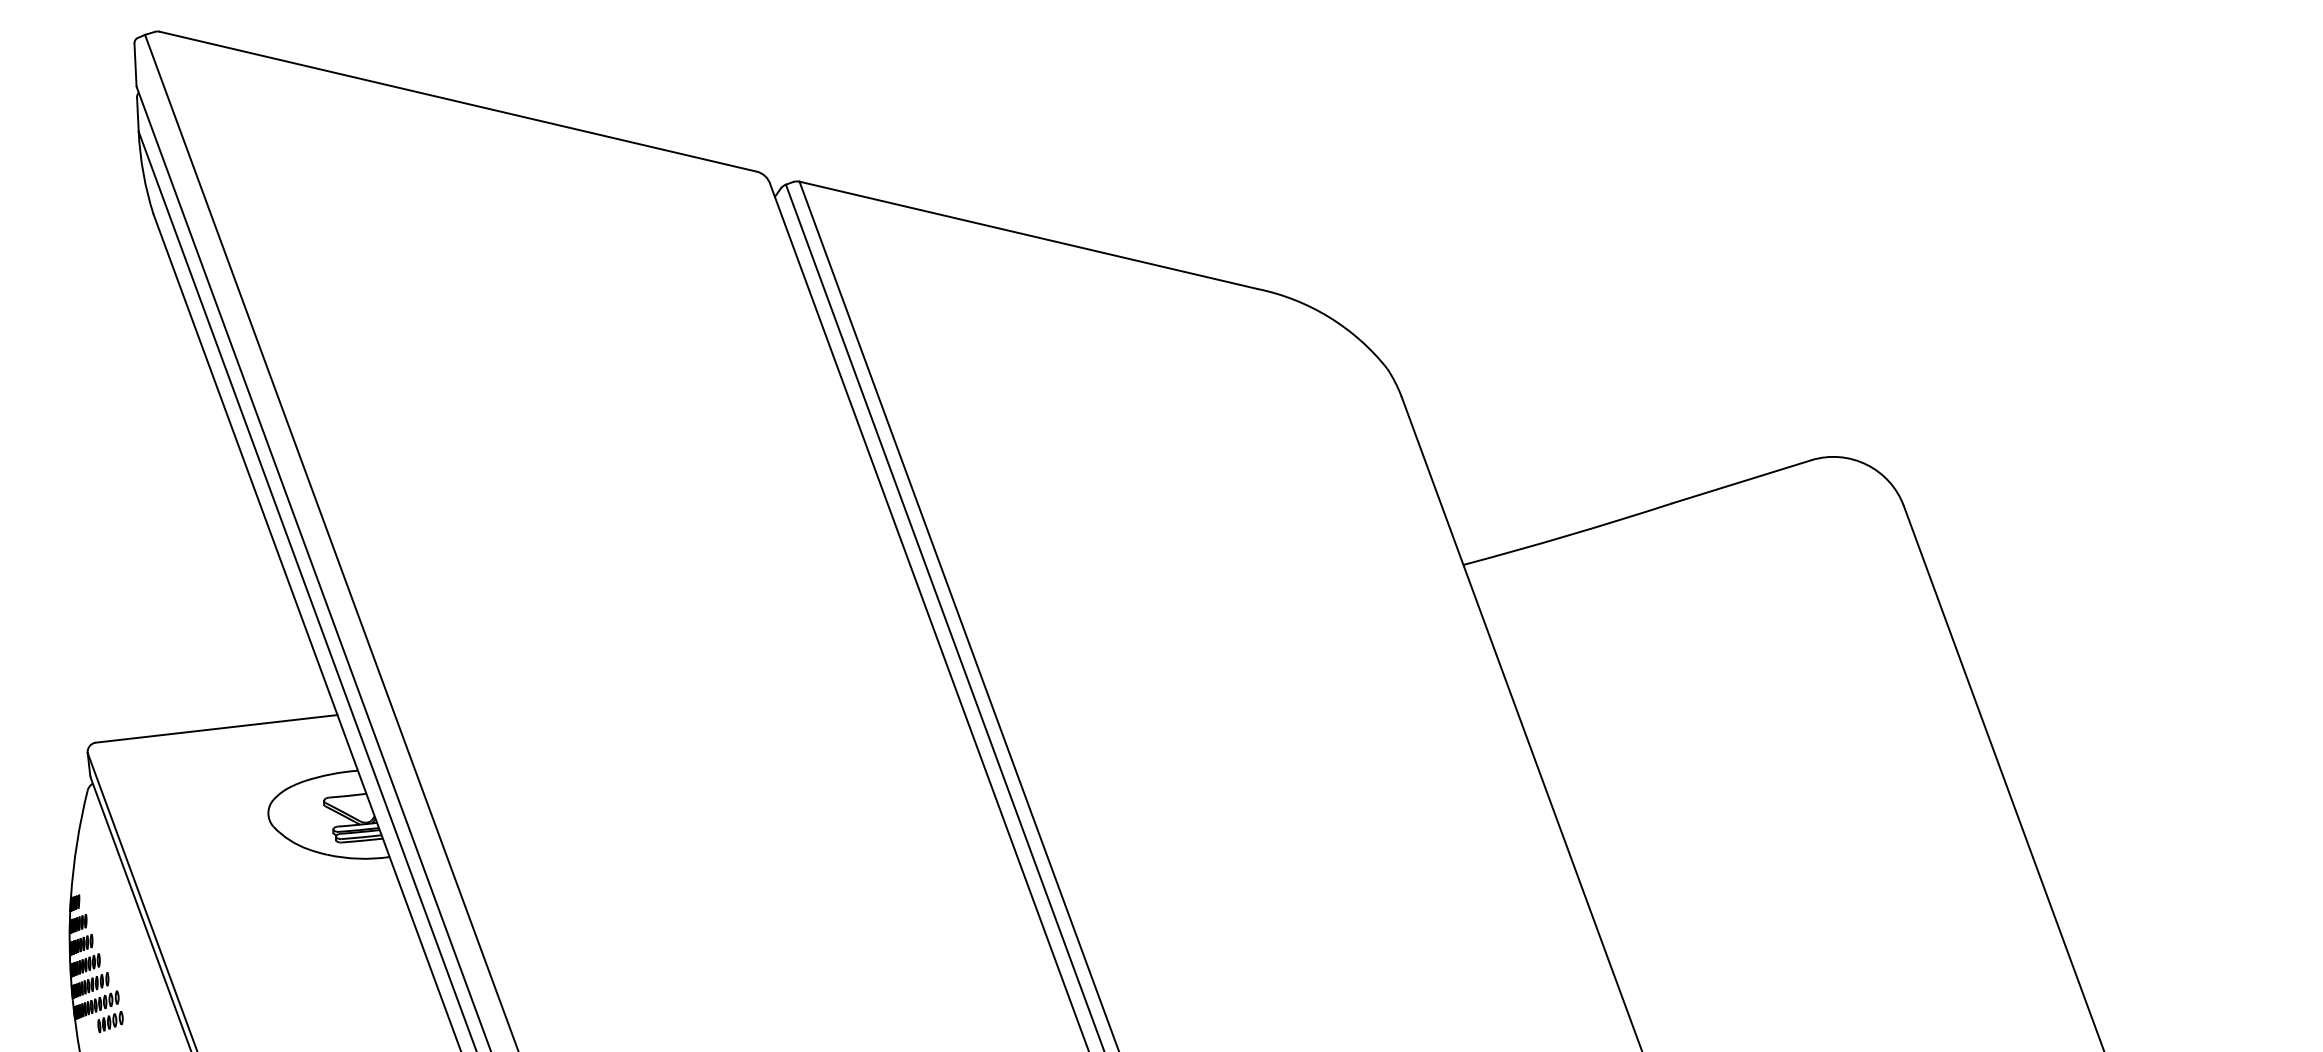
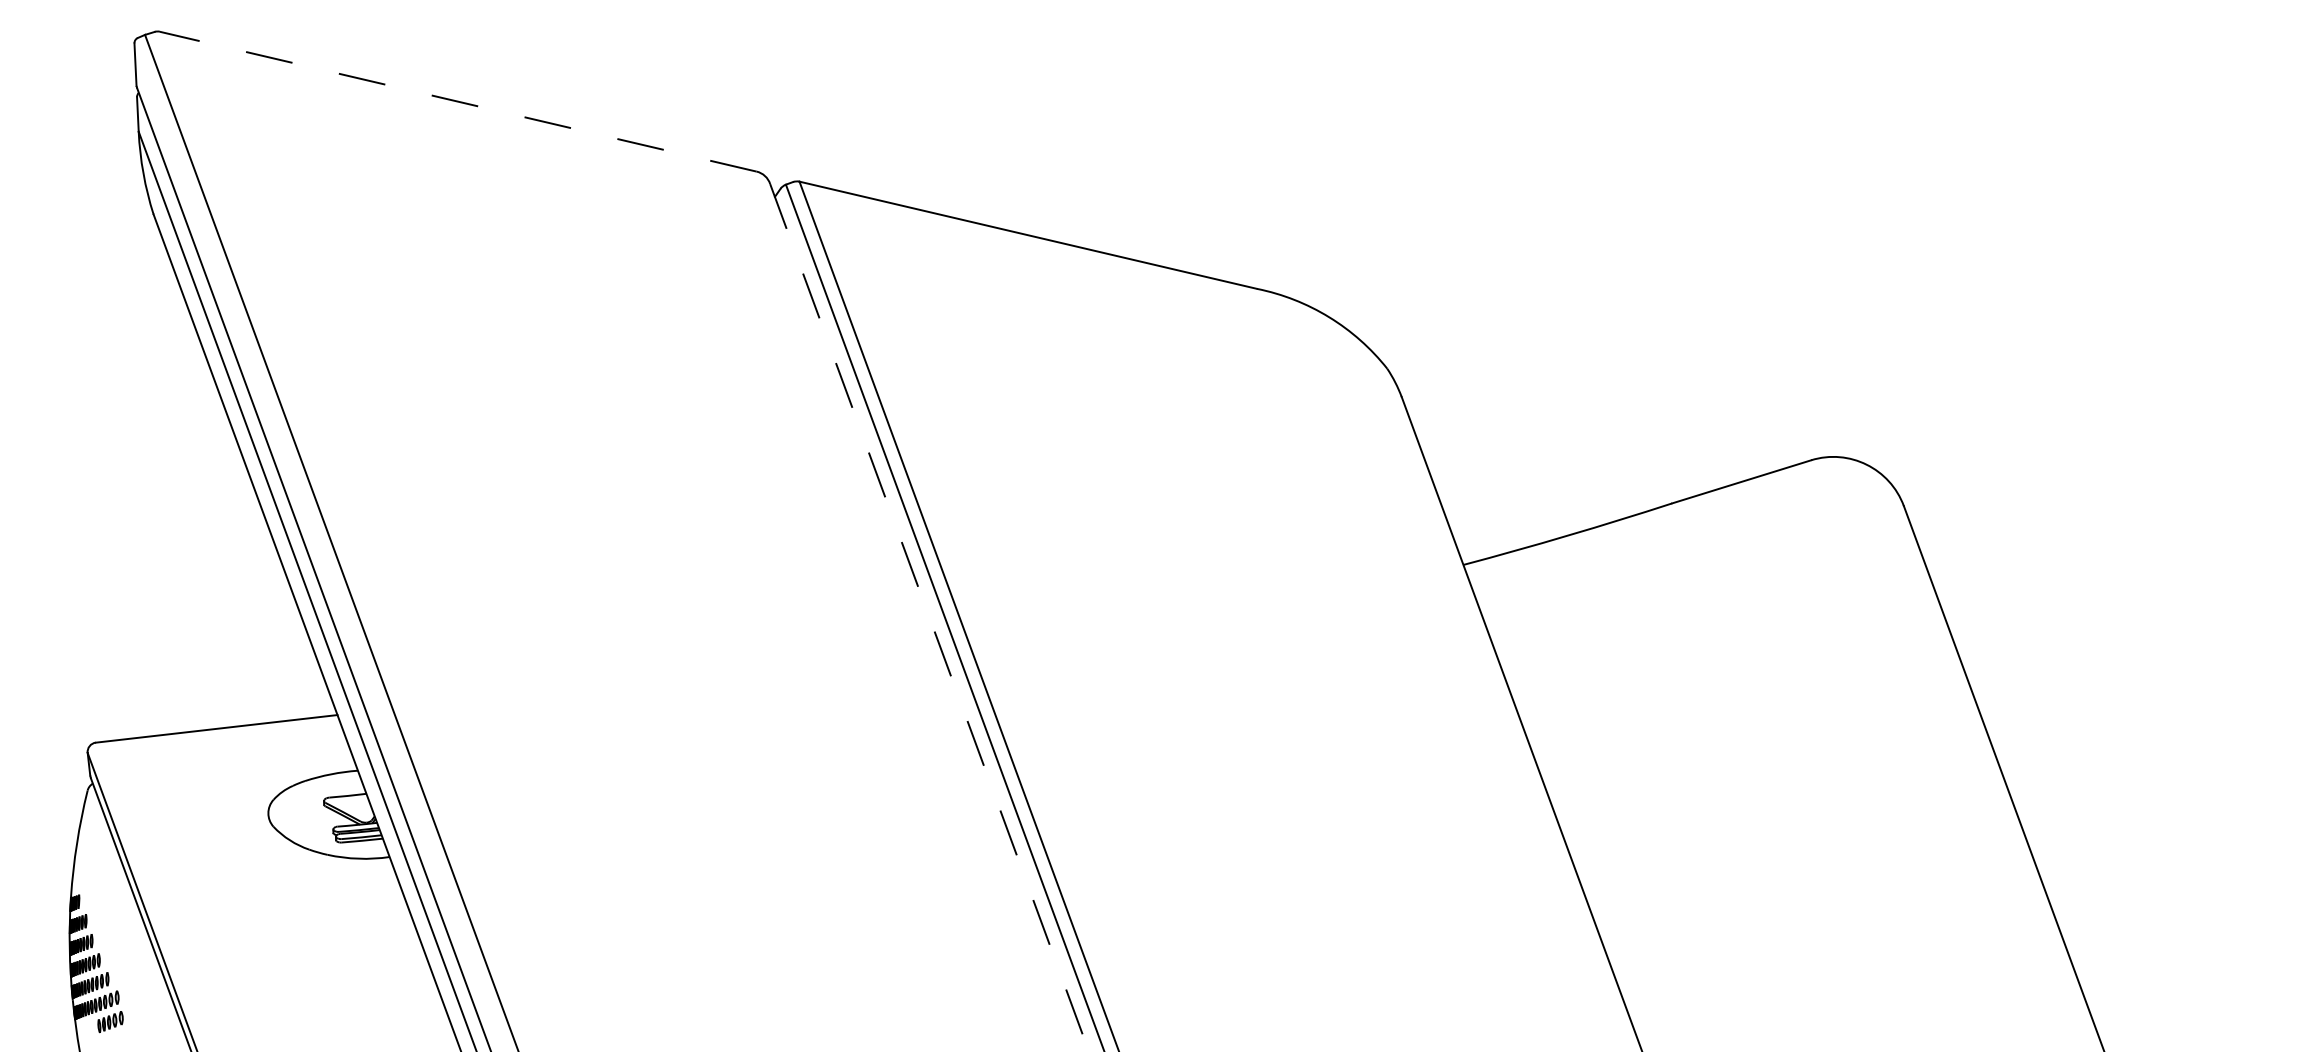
line at (457, 101): solid -> dashed
line at (929, 617): solid -> dashed
